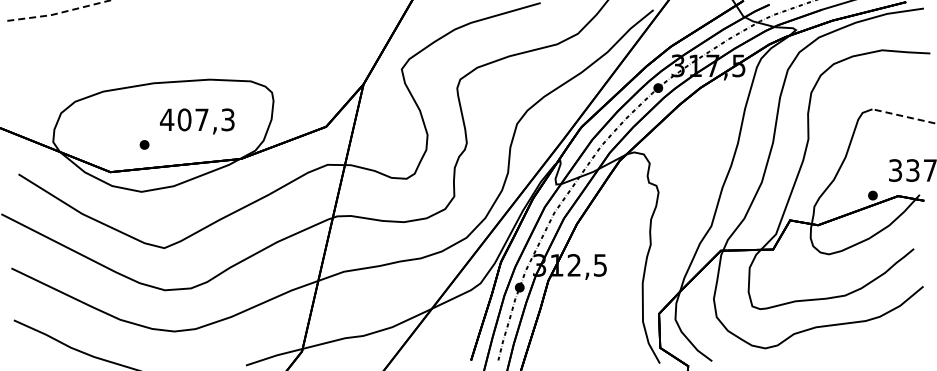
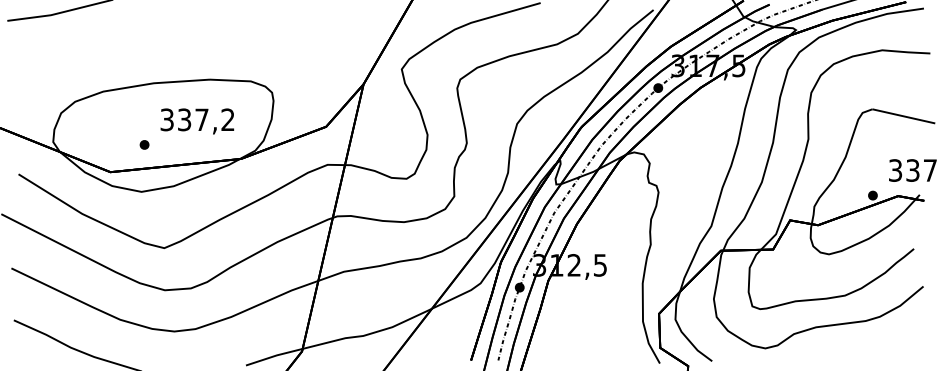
line at (59, 13): dashed -> solid
line at (903, 116): dashed -> solid
text at (196, 119): 407,3 -> 337,2
